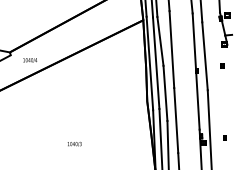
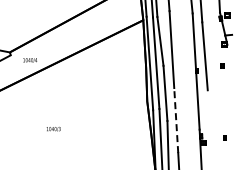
line at (176, 120): solid -> dashed
line at (209, 128): present -> none
text at (74, 144) position: (74, 144) -> (53, 129)
